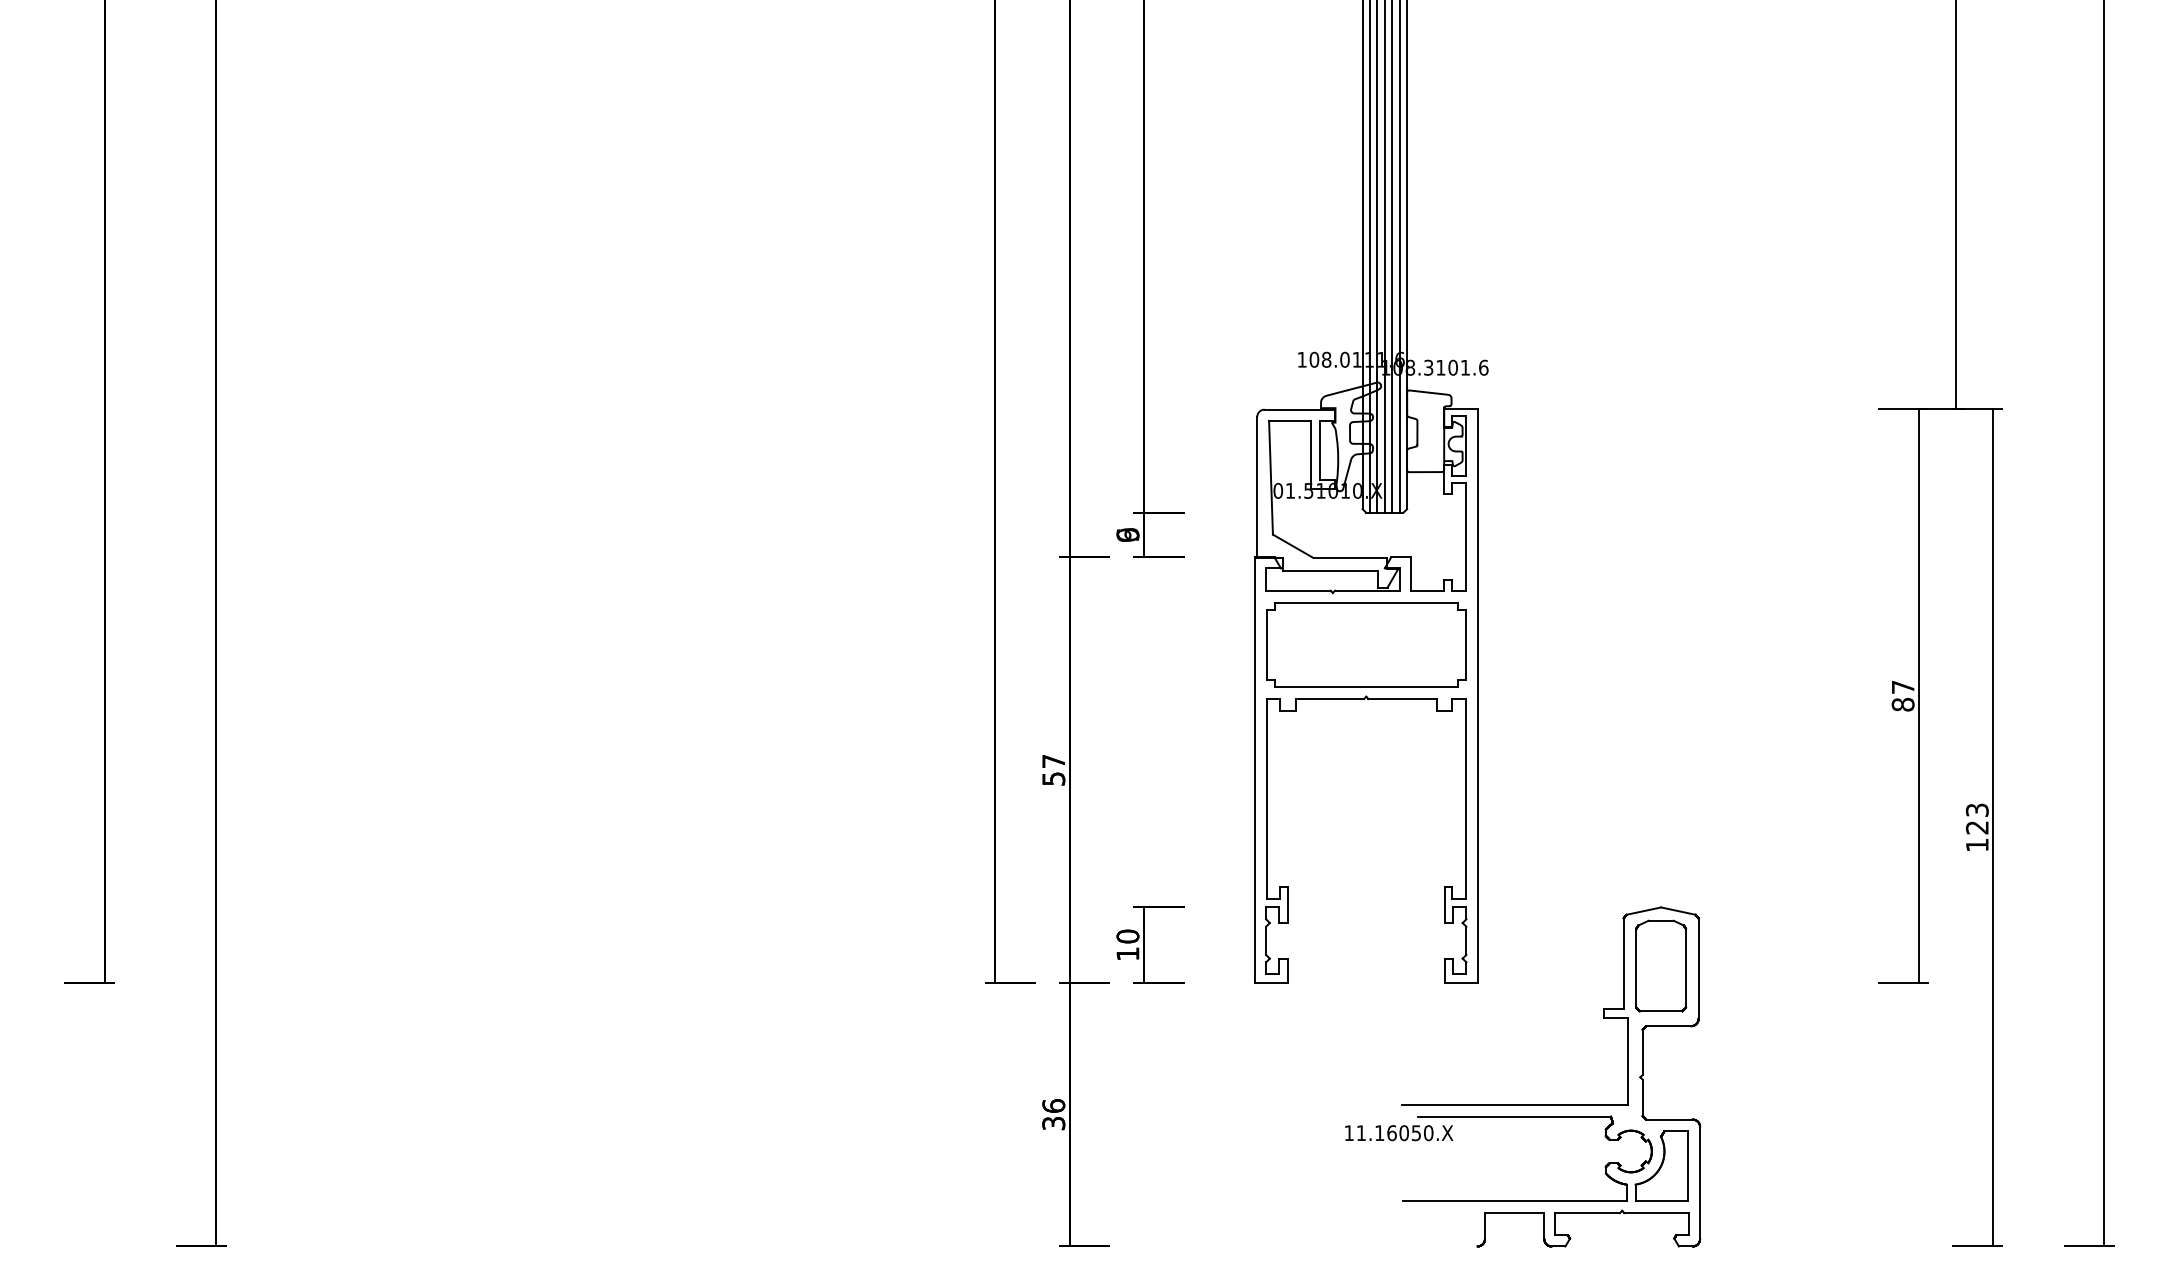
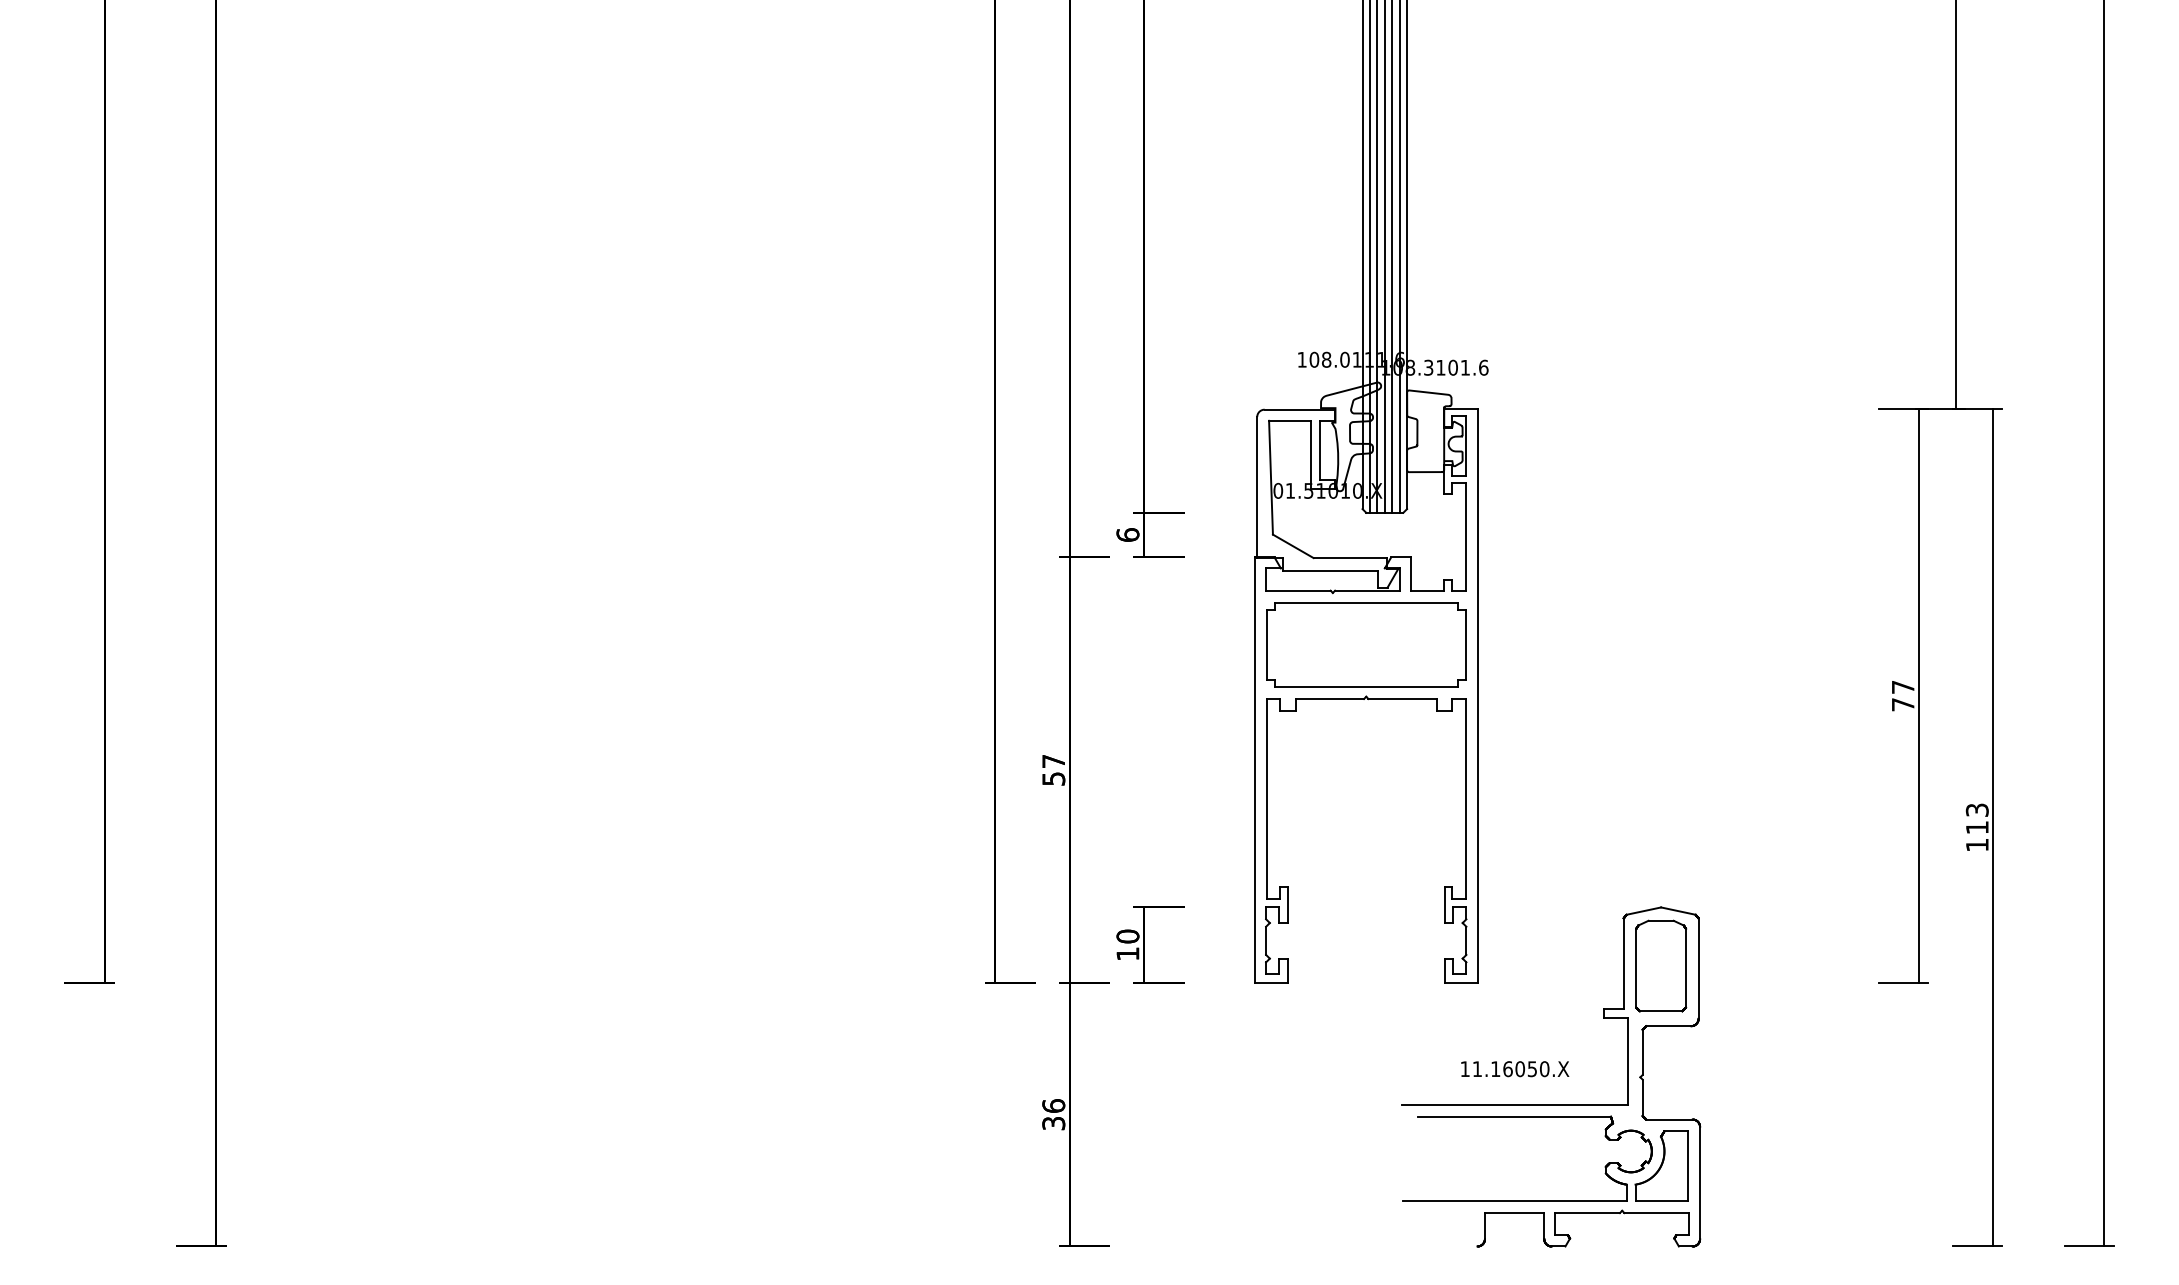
text at (1127, 534): 9 -> 6
text at (1902, 704): 87 -> 77
text at (1976, 827): 123 -> 113
text at (1399, 1133) position: (1399, 1133) -> (1515, 1069)
